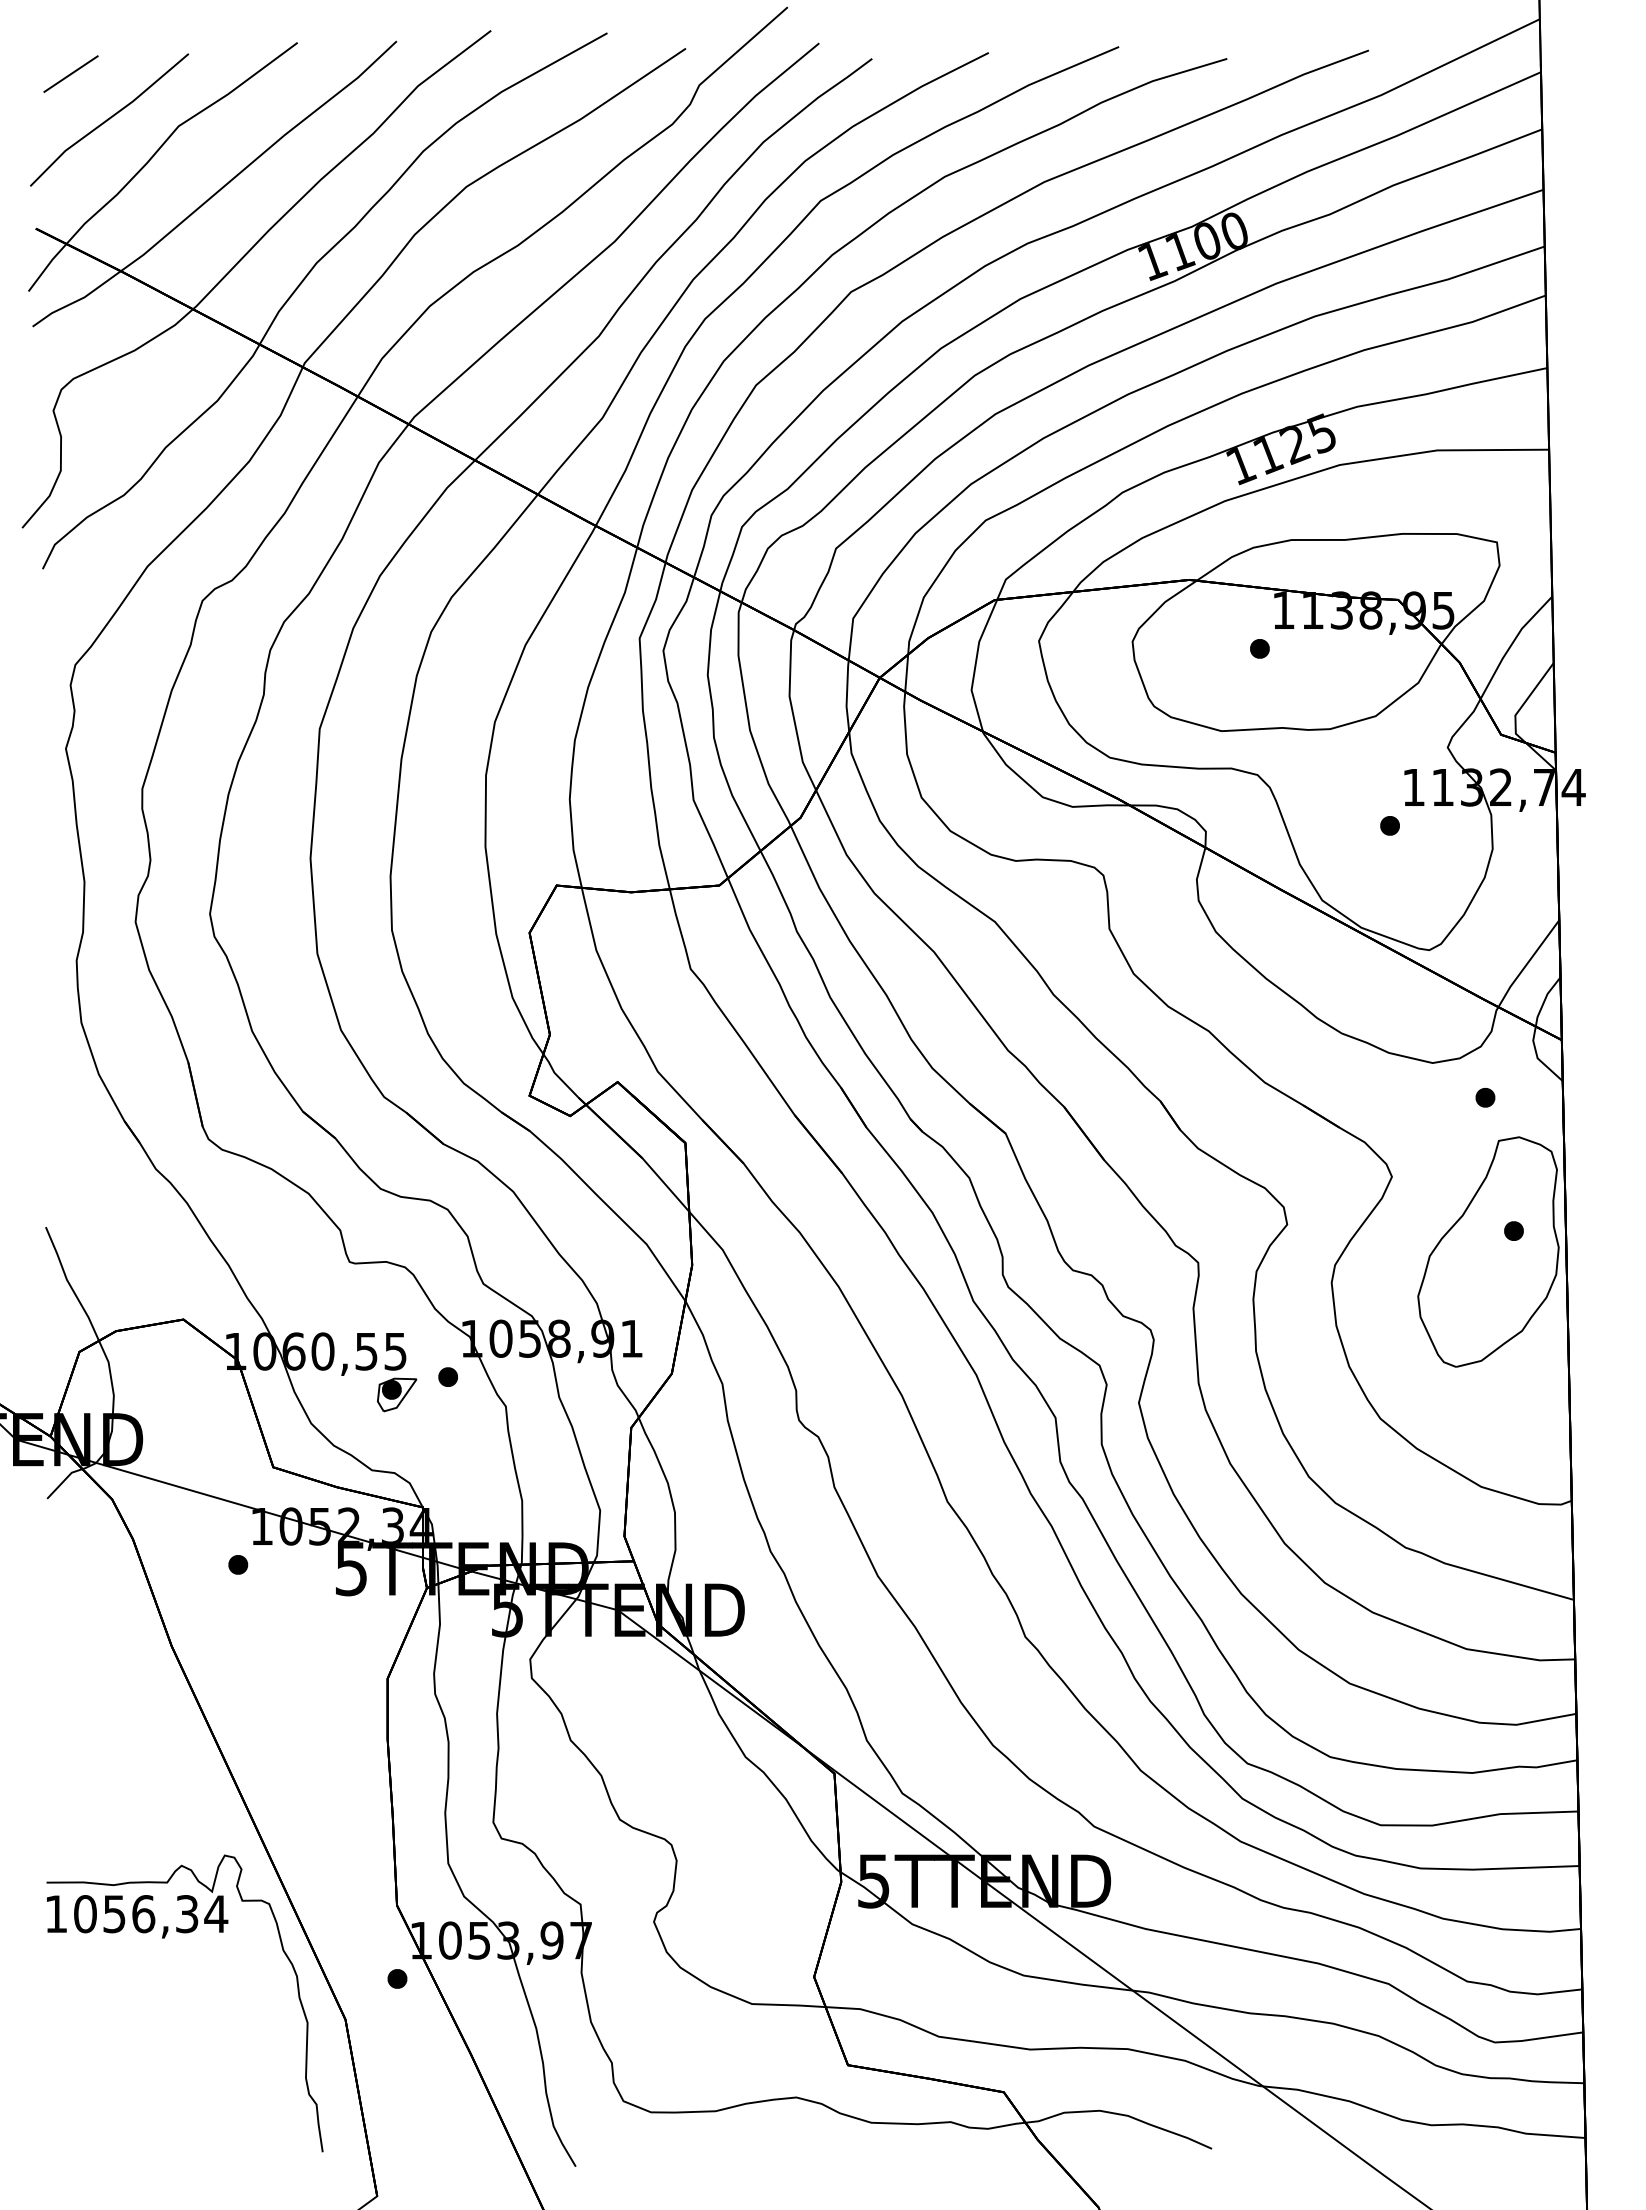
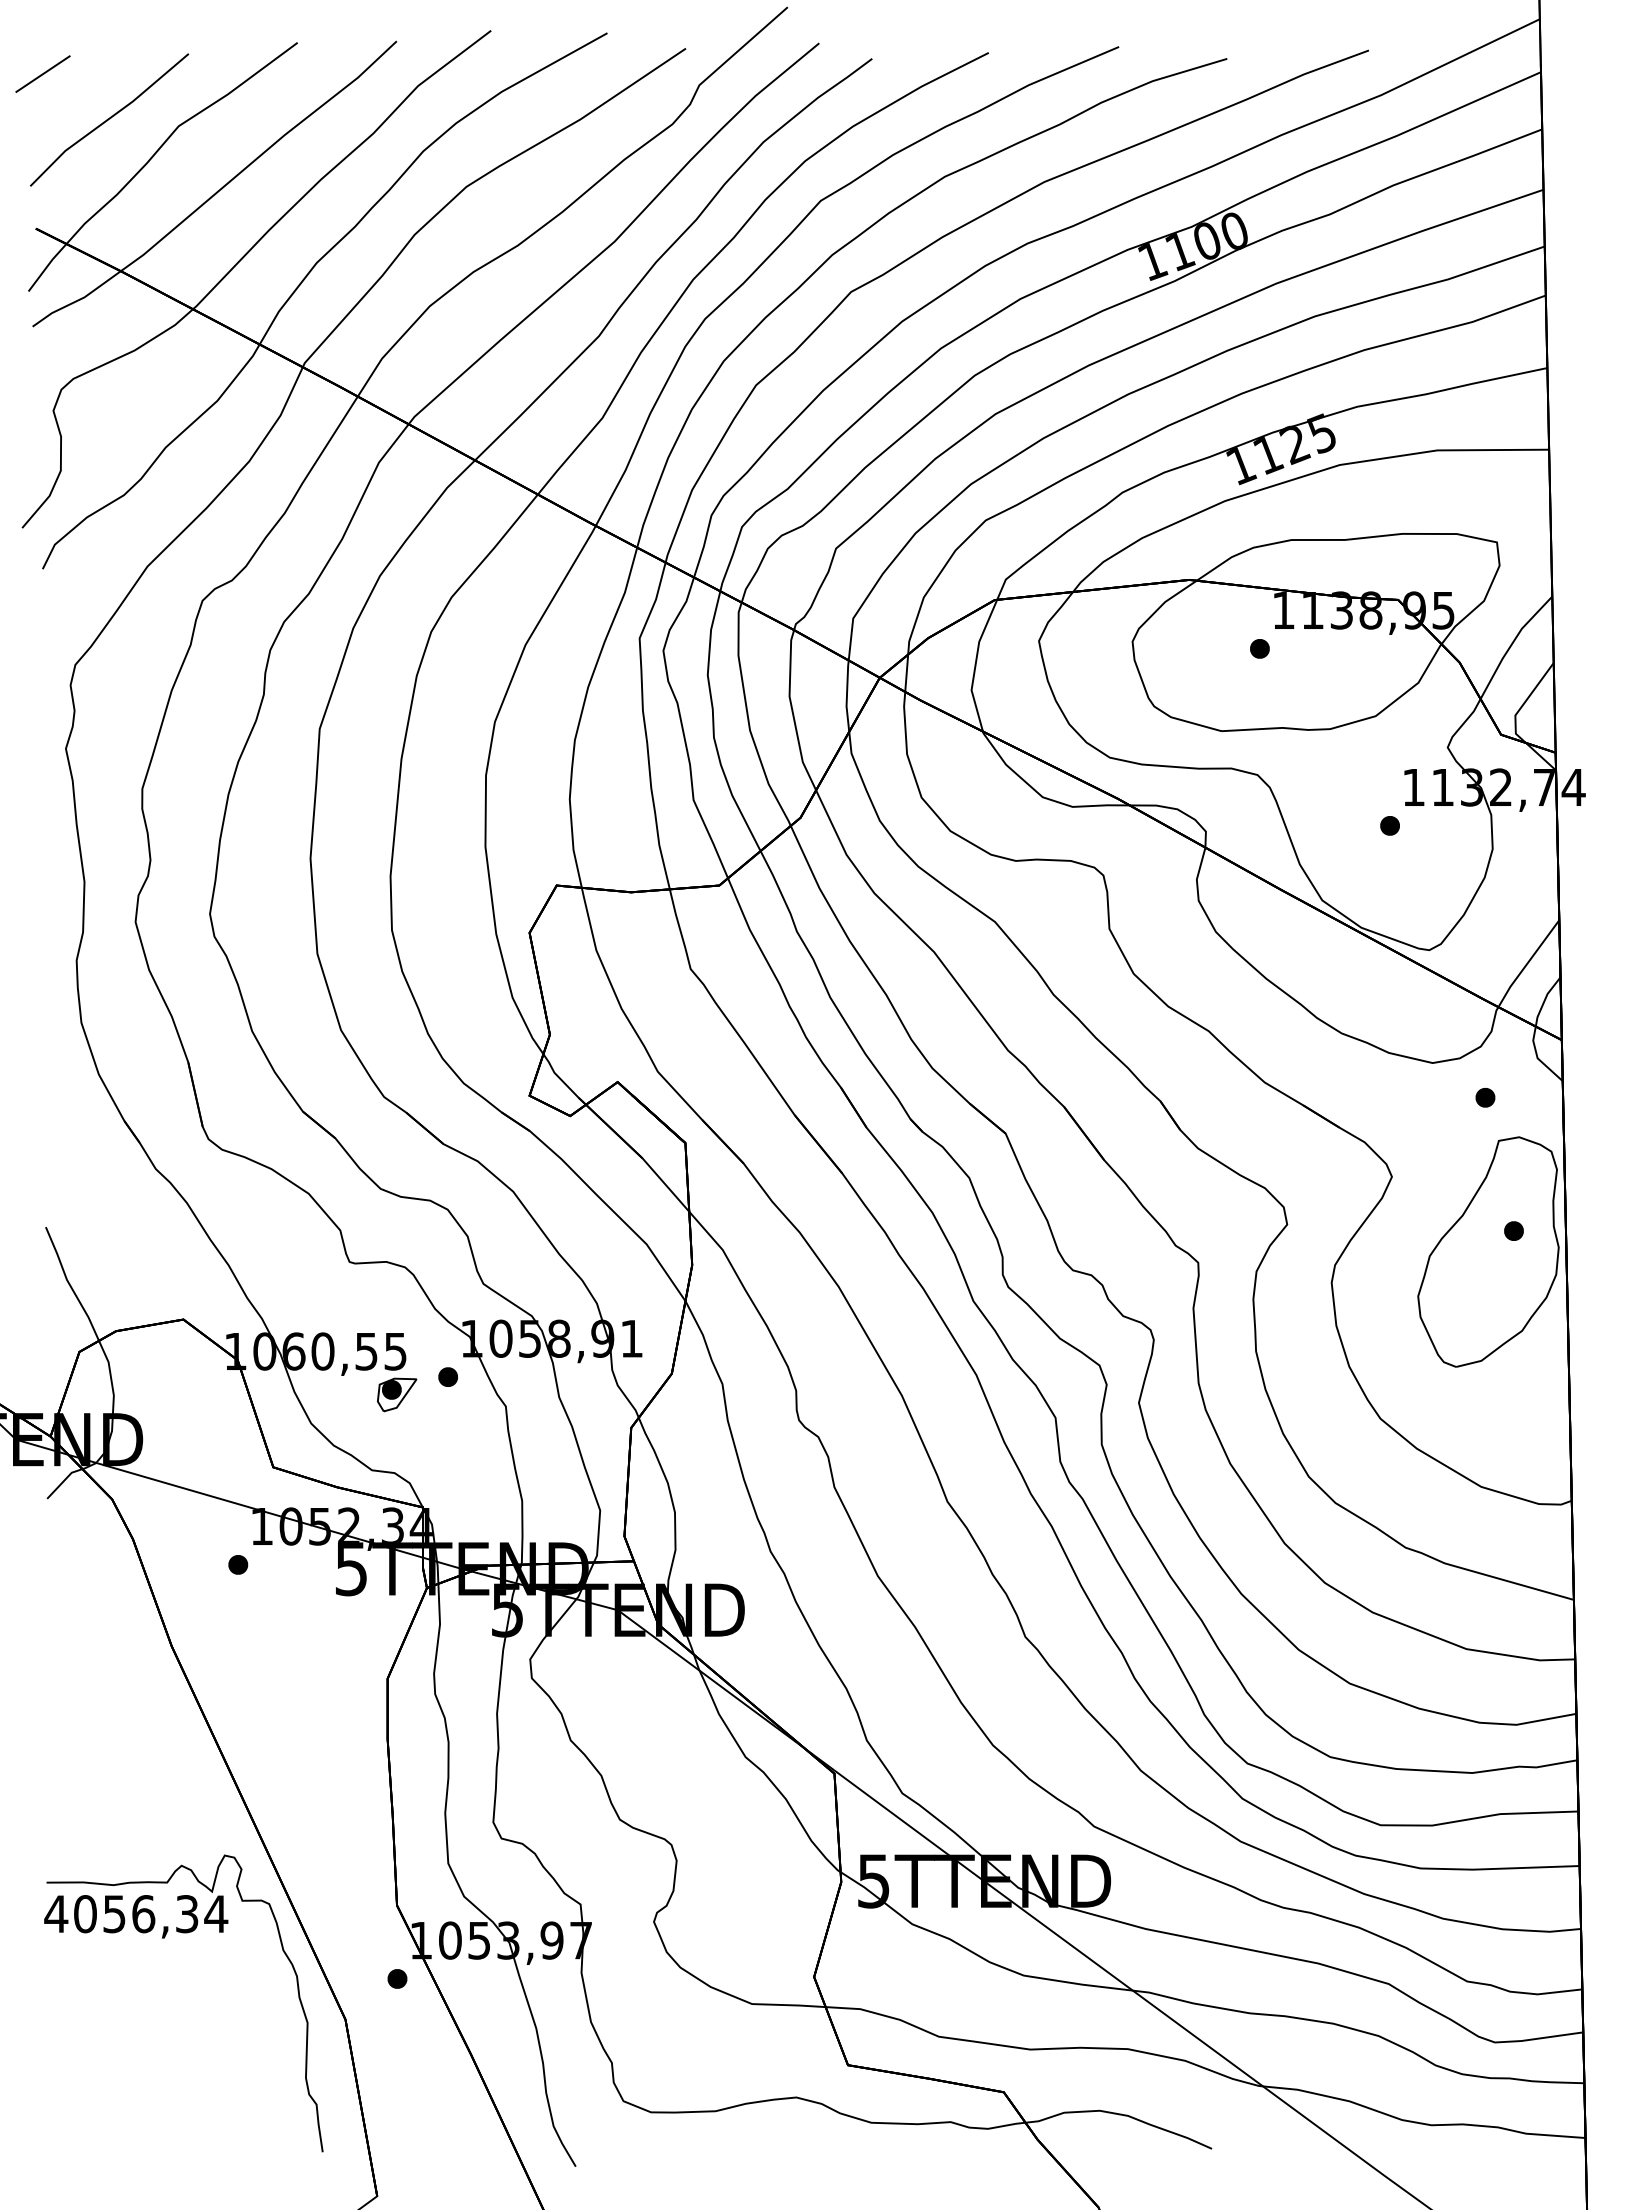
line at (70, 73) position: (70, 73) -> (42, 73)
text at (56, 1913): 1056,34 -> 4056,34
